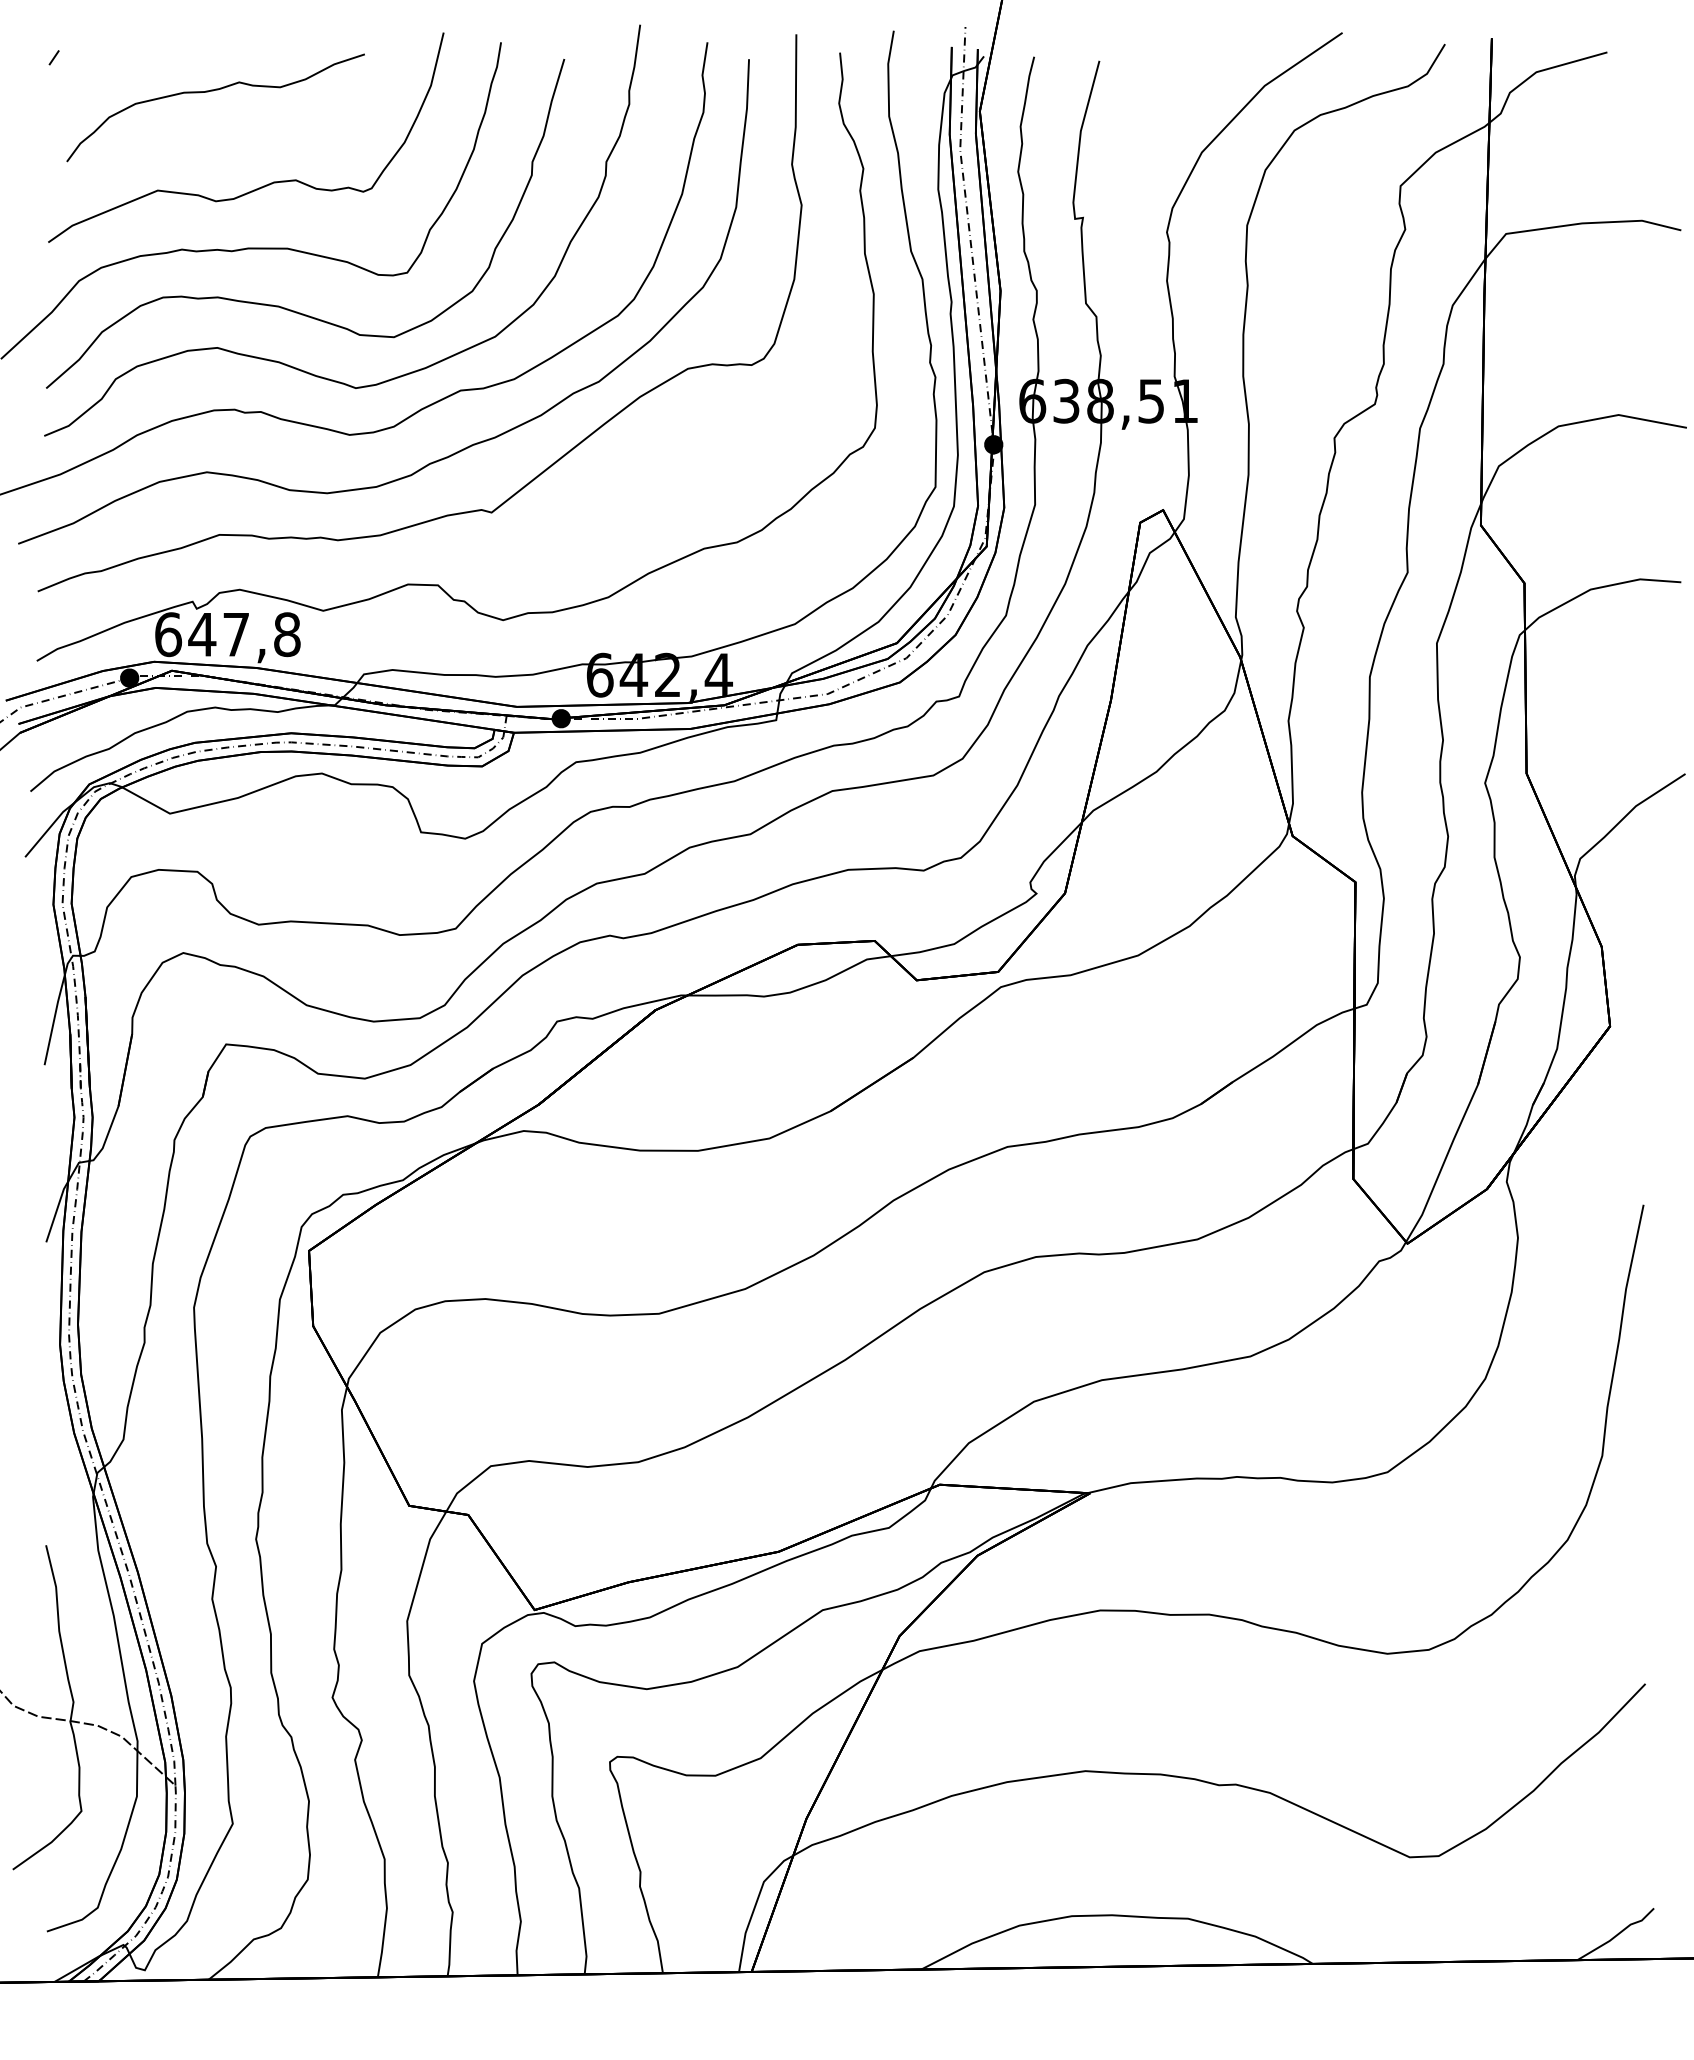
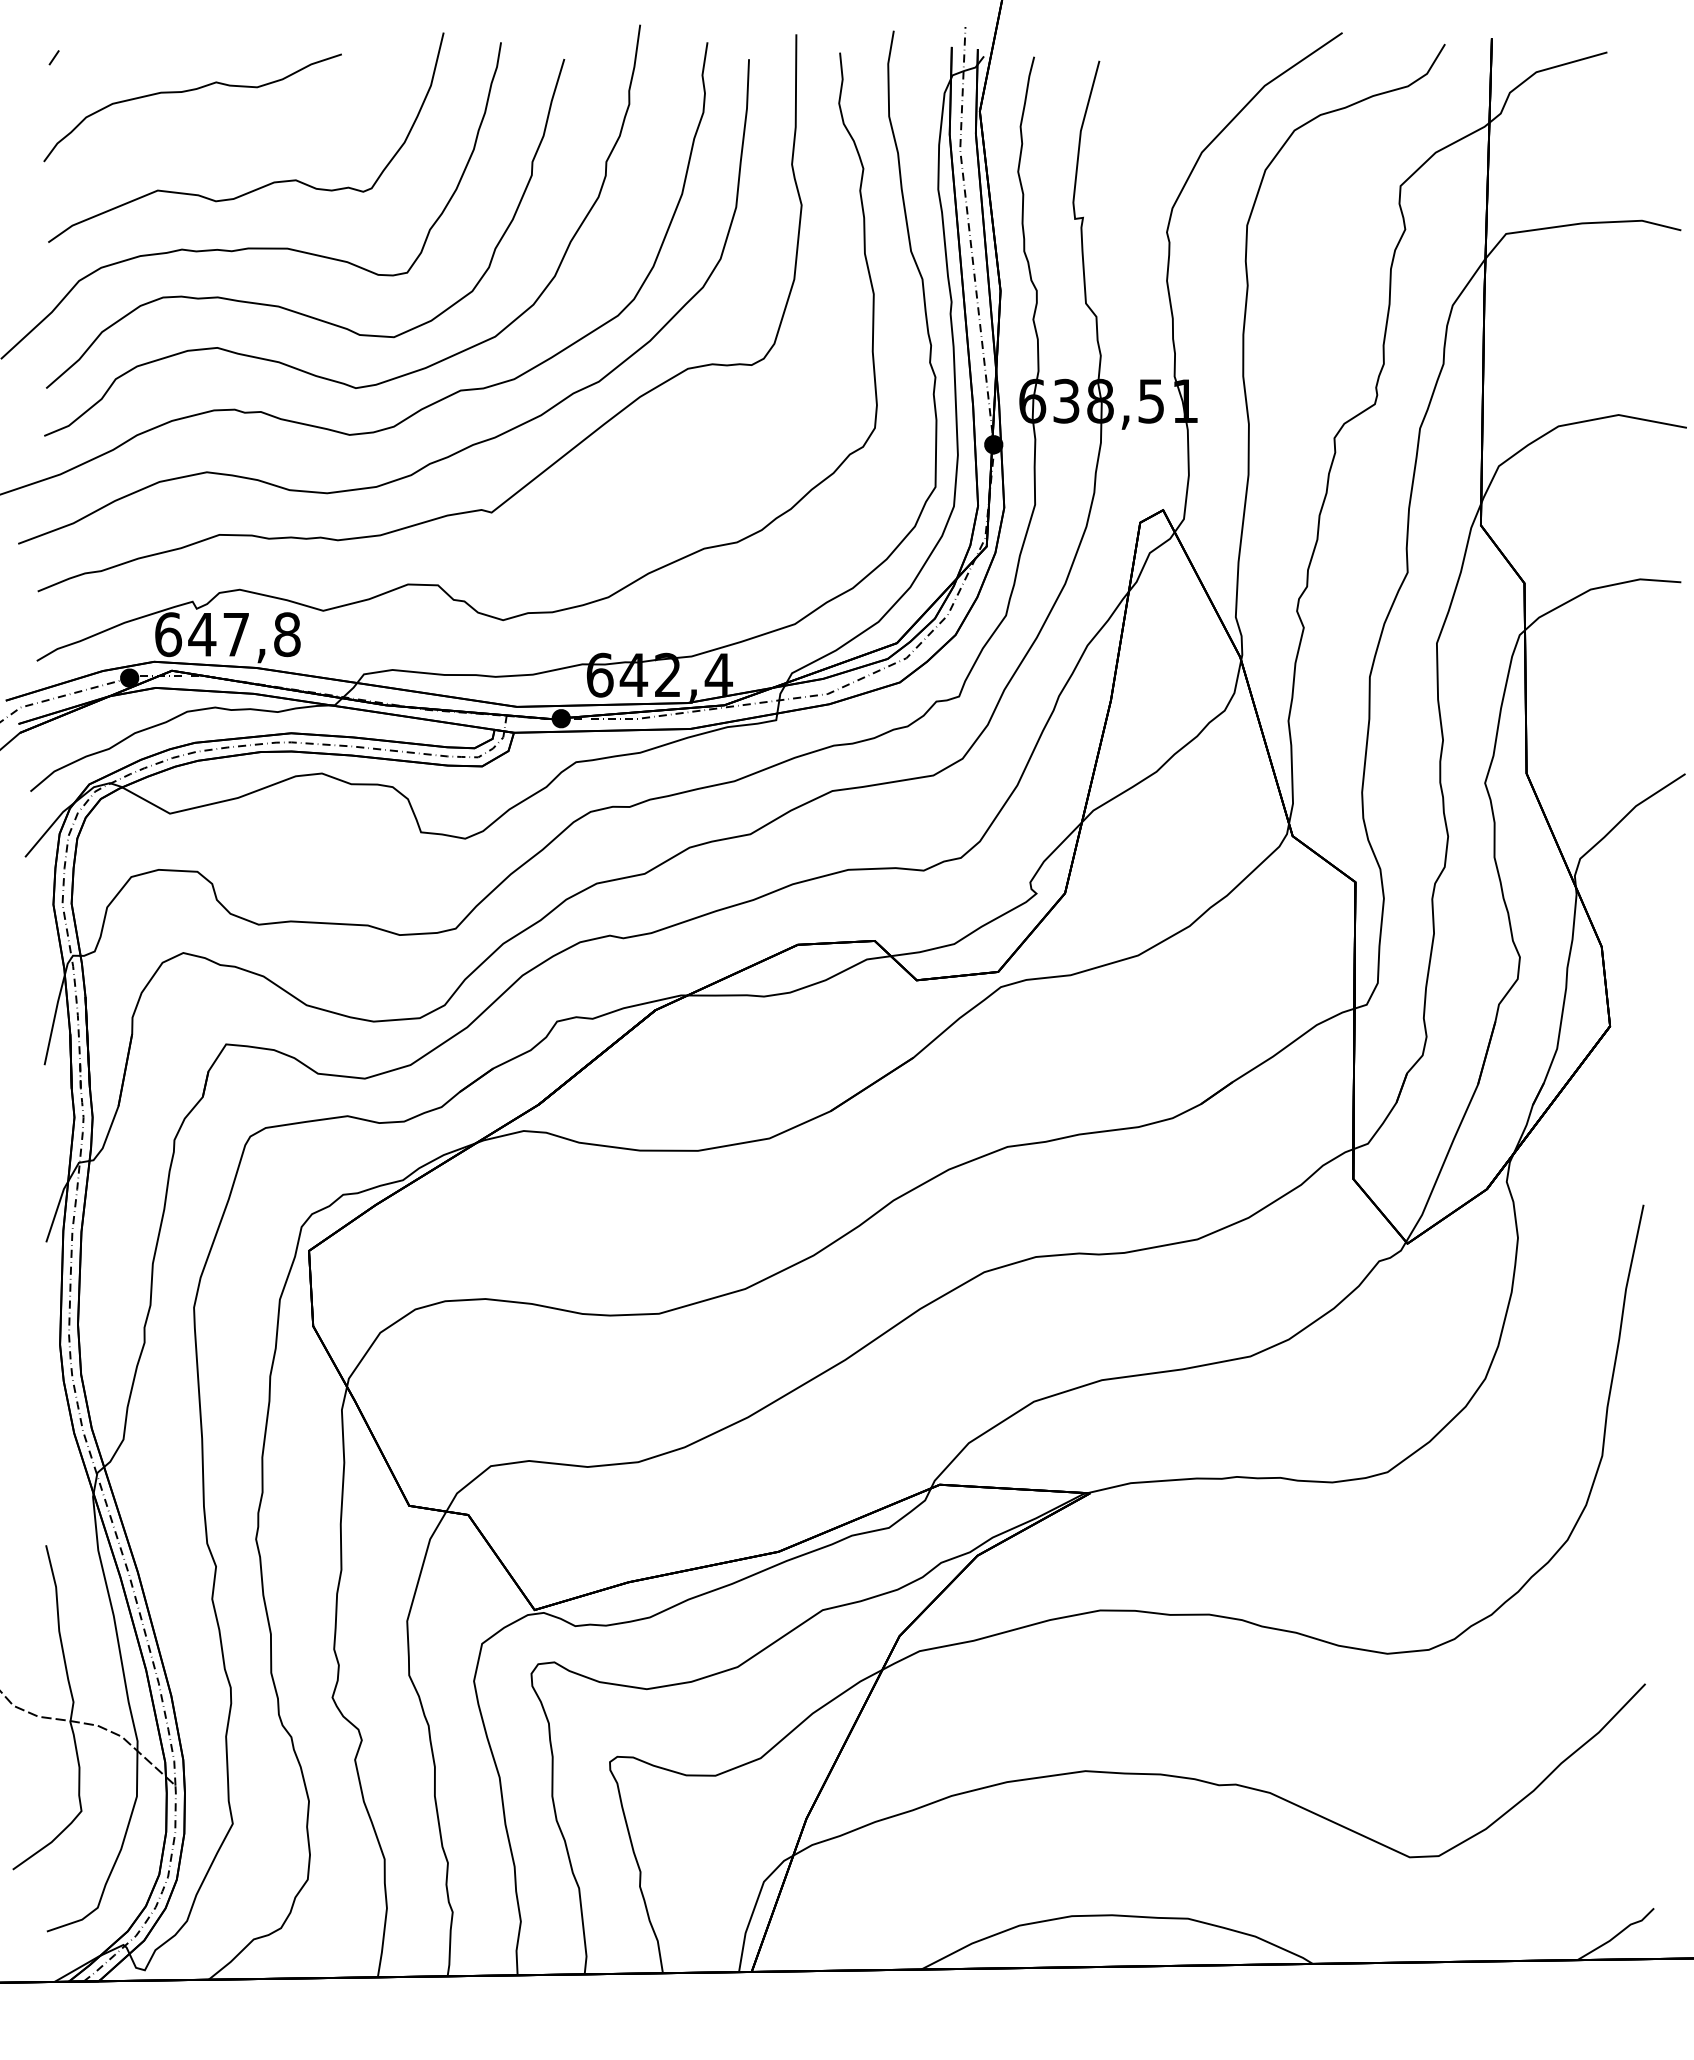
curve at (213, 91) position: (213, 91) -> (190, 91)
